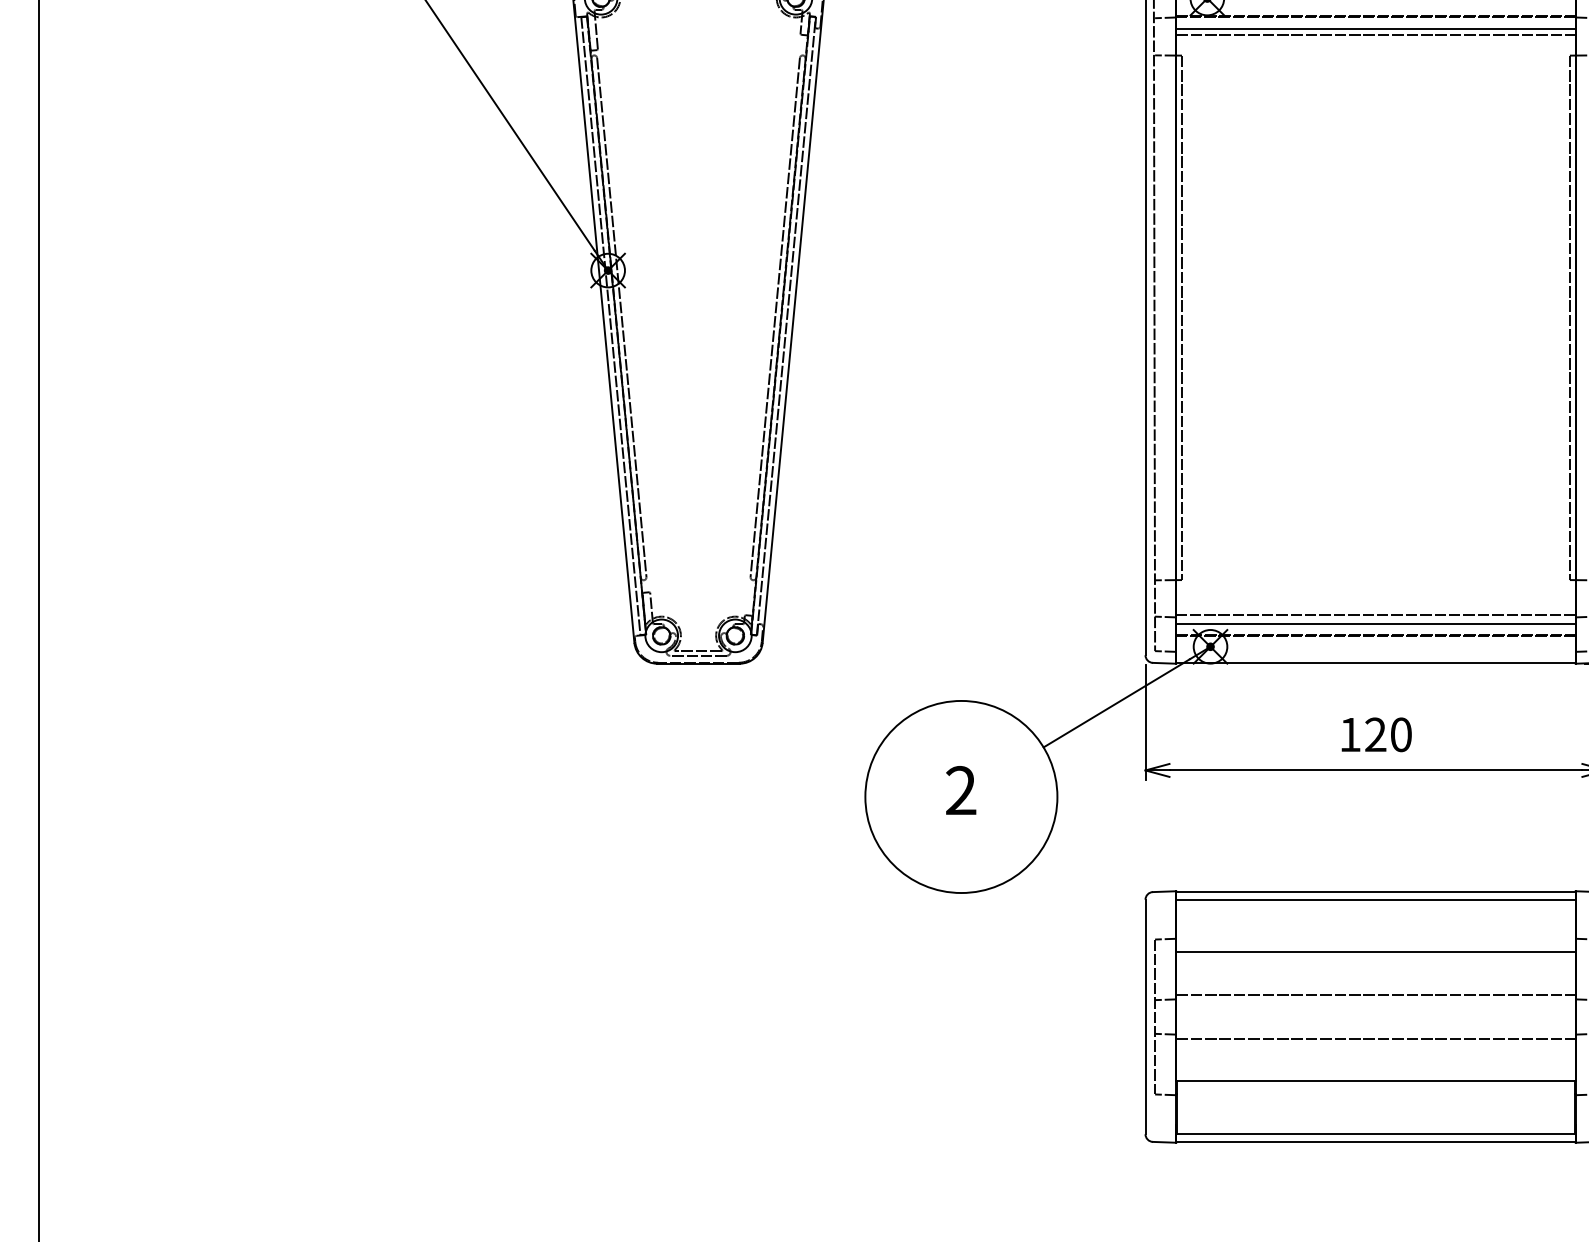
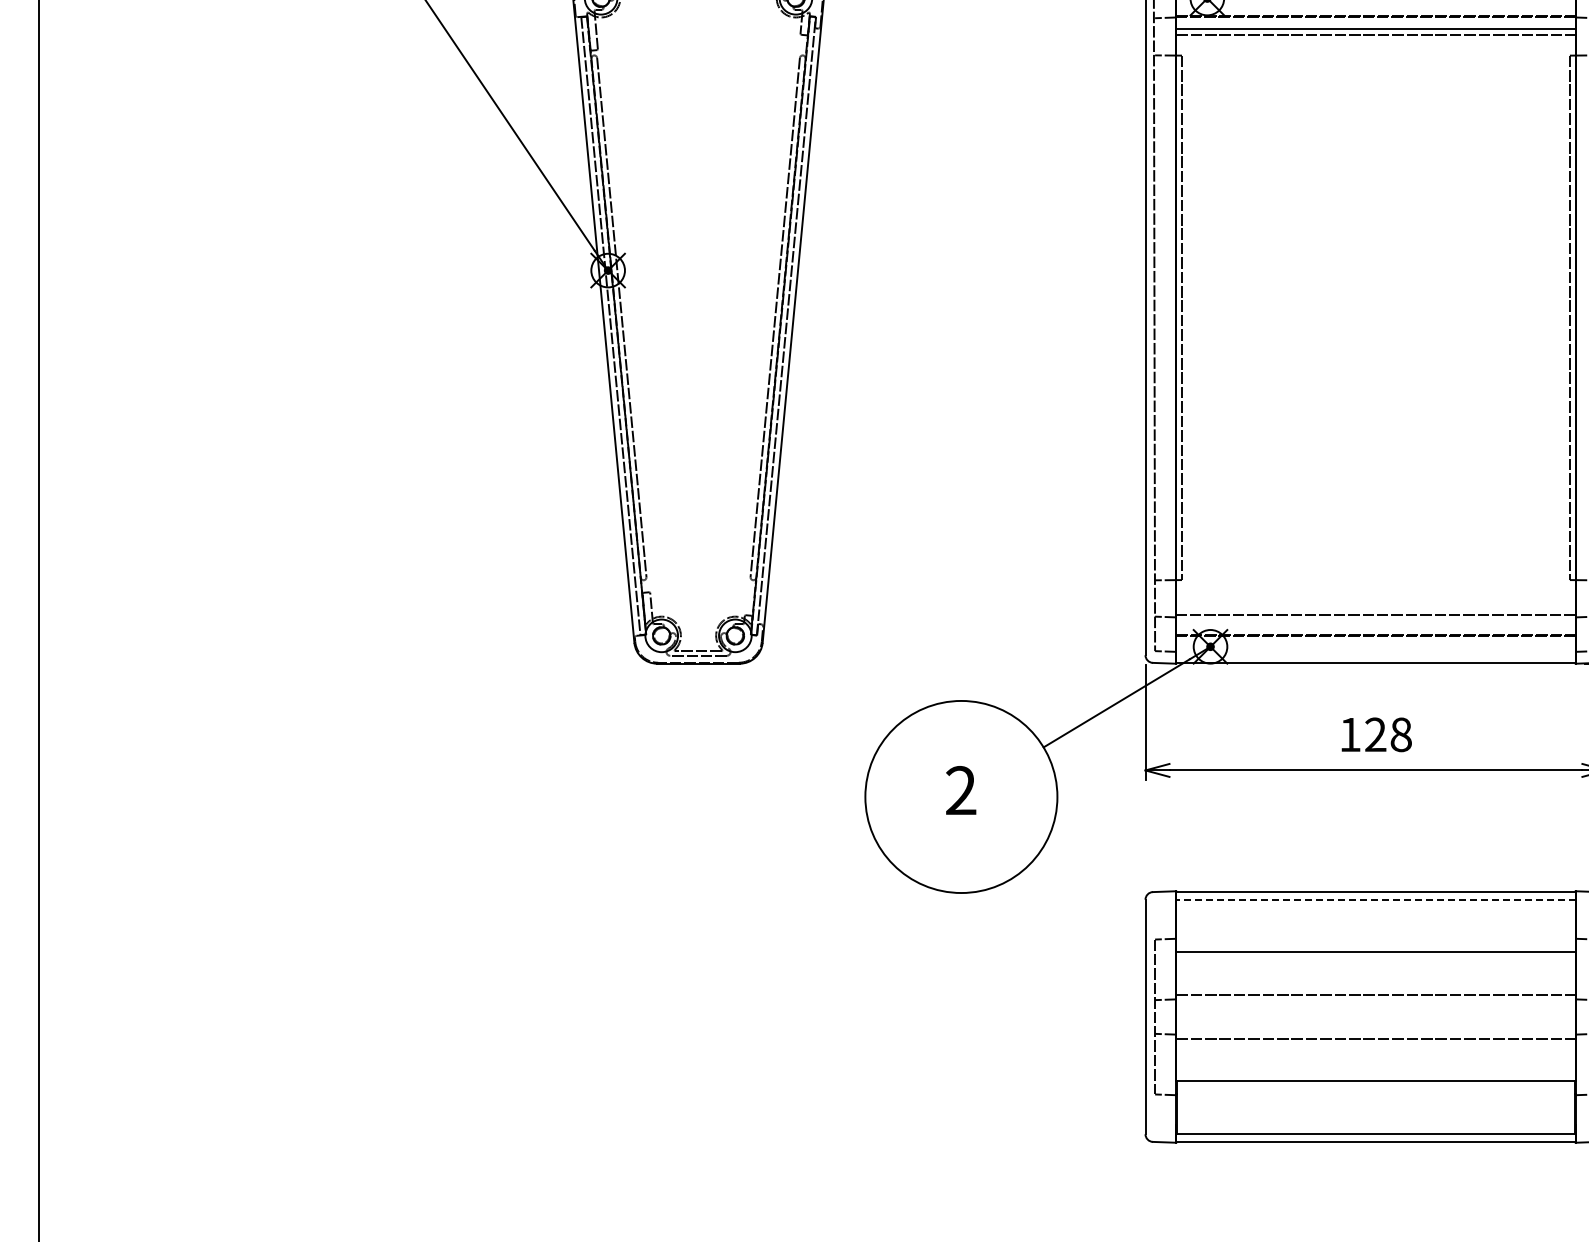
line at (1375, 624): present -> none
text at (1400, 734): 120 -> 128
line at (1375, 900): solid -> dashed
